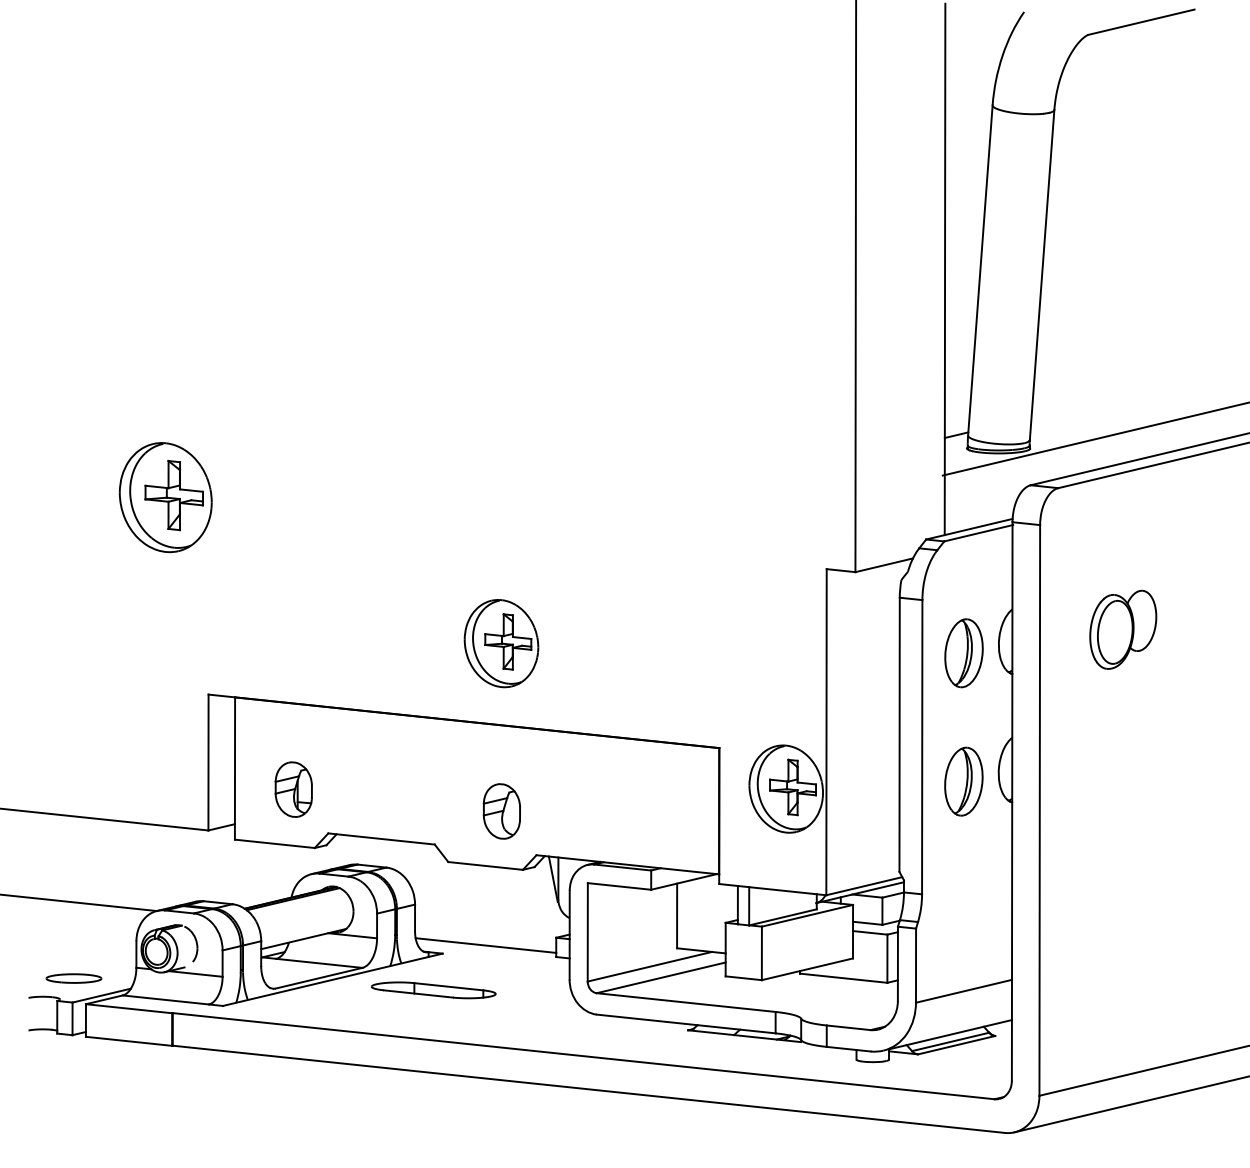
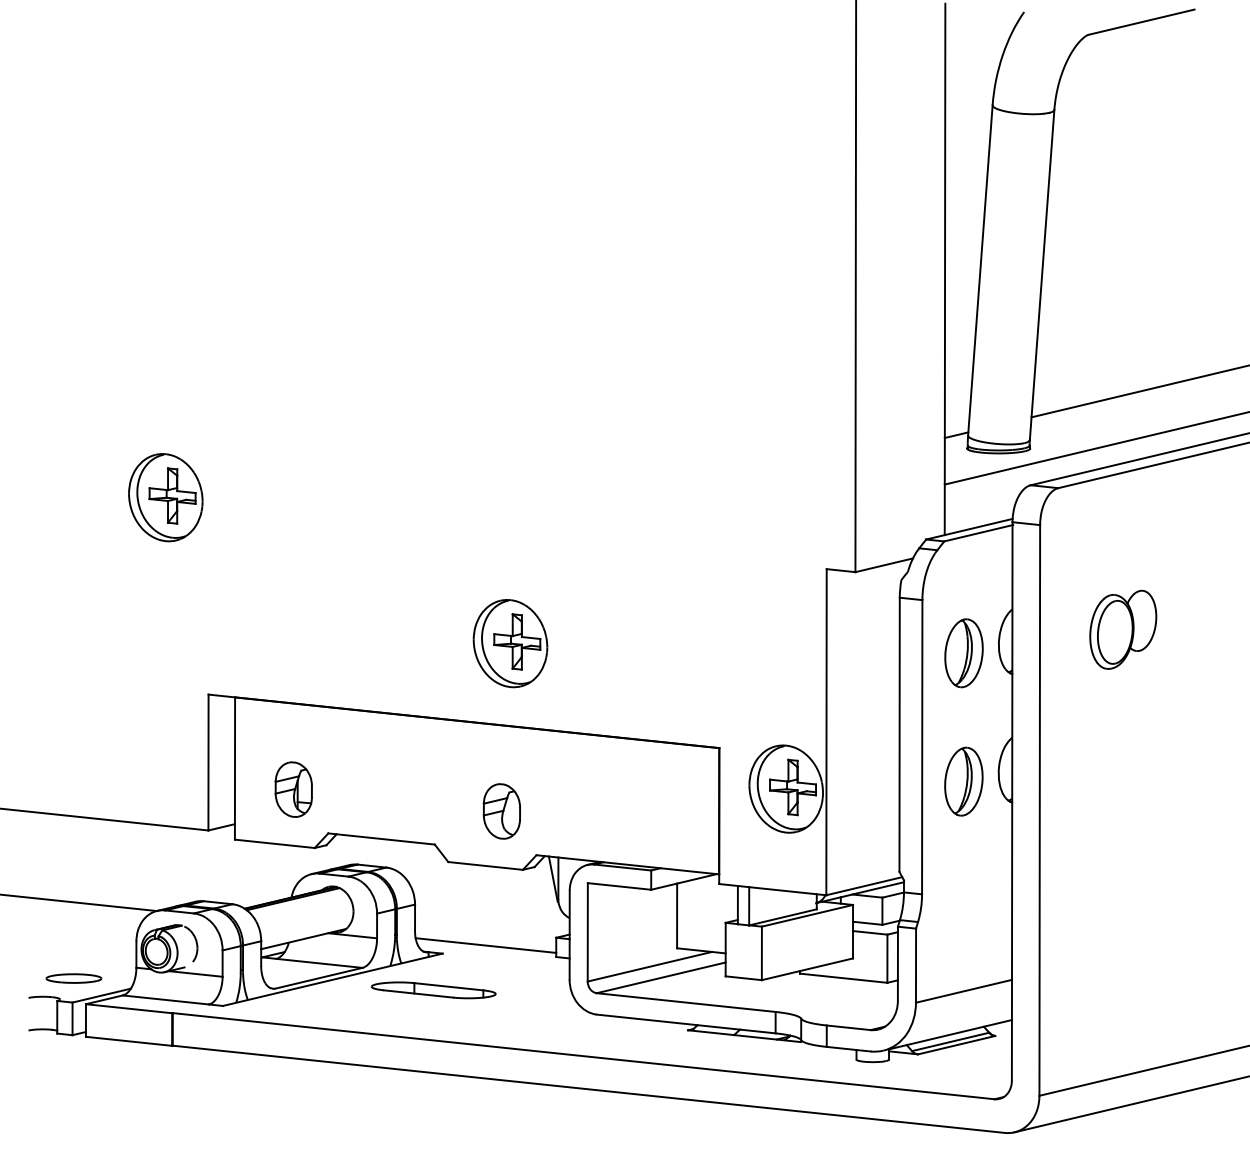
line at (1138, 391): none -> present
line at (1094, 439) position: (1094, 439) -> (1095, 448)
part at (165, 497) size: 95x112 px -> 76x90 px
part at (501, 643) position: (501, 643) -> (510, 643)
